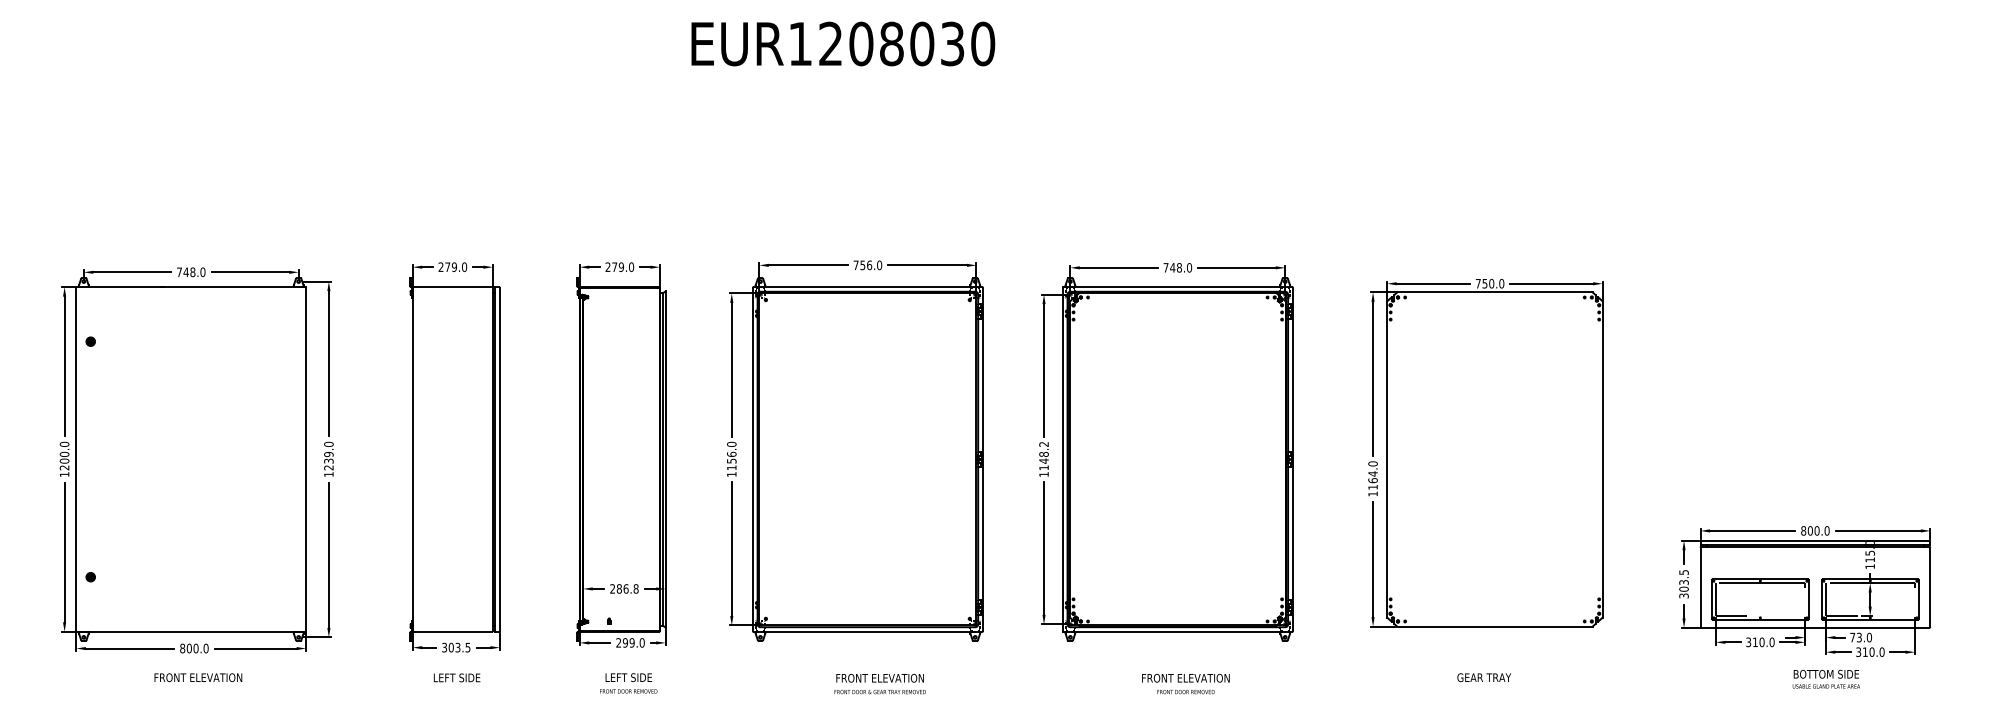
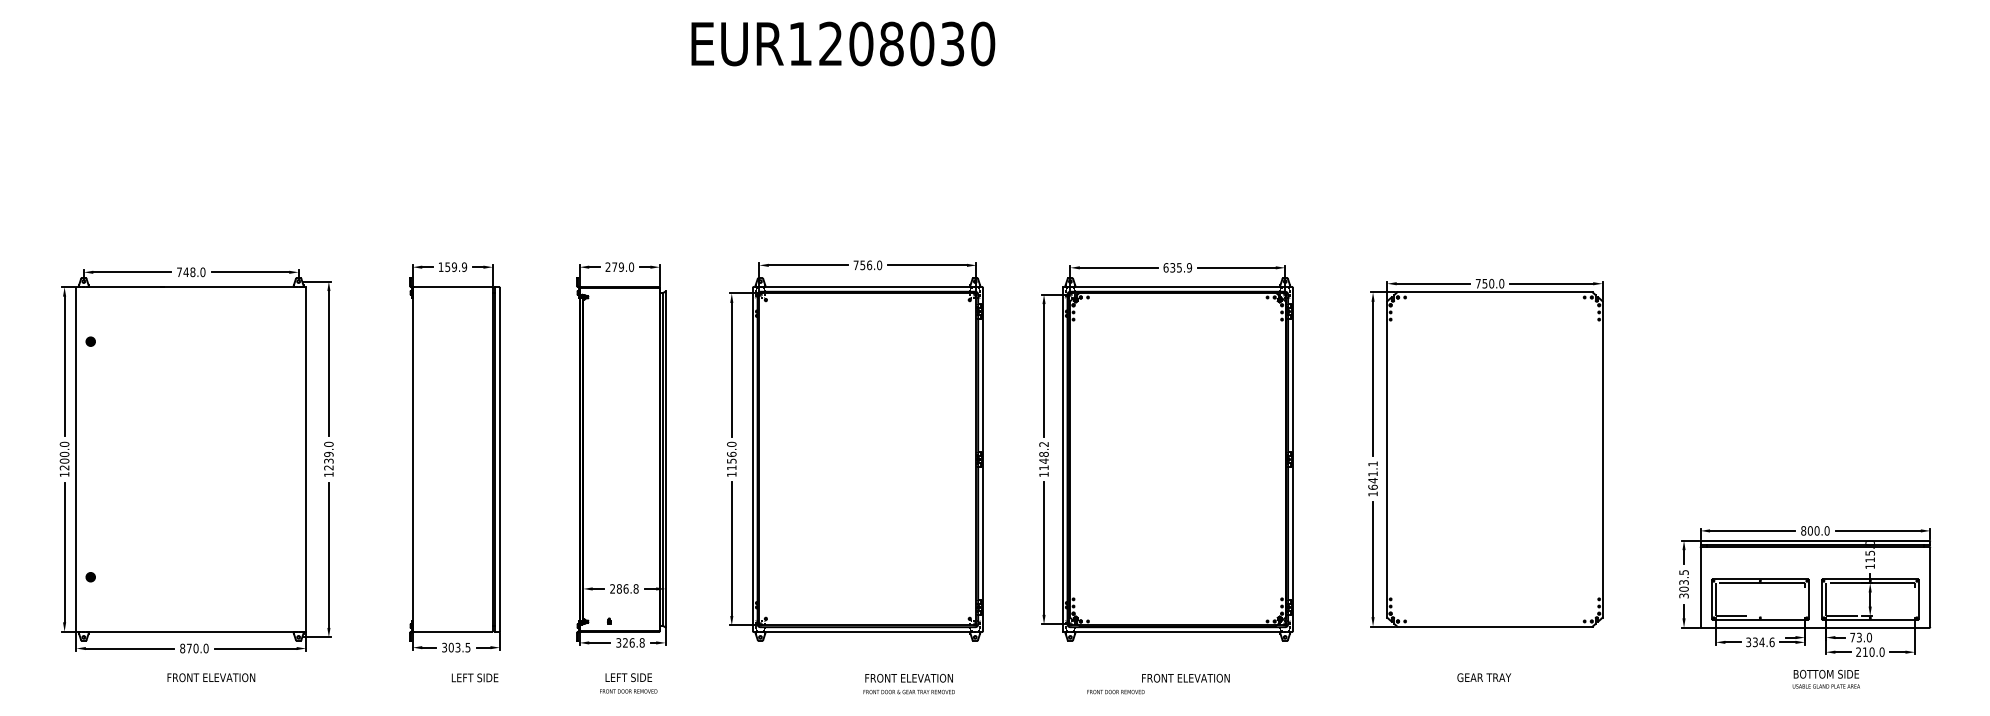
text at (452, 267): 279.0 -> 159.9
text at (1177, 267): 748.0 -> 635.9
text at (1372, 475): 1164.0 -> 1641.1
text at (630, 642): 299.0 -> 326.8
text at (1763, 642): 310.0 -> 334.6
text at (188, 648): 800.0 -> 870.0
text at (1858, 652): 310.0 -> 210.0
text at (198, 677) position: (198, 677) -> (211, 677)
text at (456, 677) position: (456, 677) -> (474, 677)
text at (879, 683) position: (879, 683) -> (908, 683)
text at (1185, 692) position: (1185, 692) -> (1115, 692)
